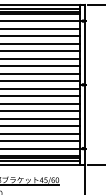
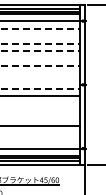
line at (40, 28): solid -> dashed
line at (41, 36): present -> none
line at (40, 43): solid -> dashed
line at (40, 51): solid -> dashed
line at (41, 58): present -> none
line at (40, 66): solid -> dashed
line at (41, 73): present -> none
line at (41, 81): present -> none
line at (40, 88): solid -> dashed
line at (41, 103): present -> none
line at (41, 111): present -> none
line at (41, 118): present -> none
line at (41, 133): present -> none
line at (41, 141): present -> none
